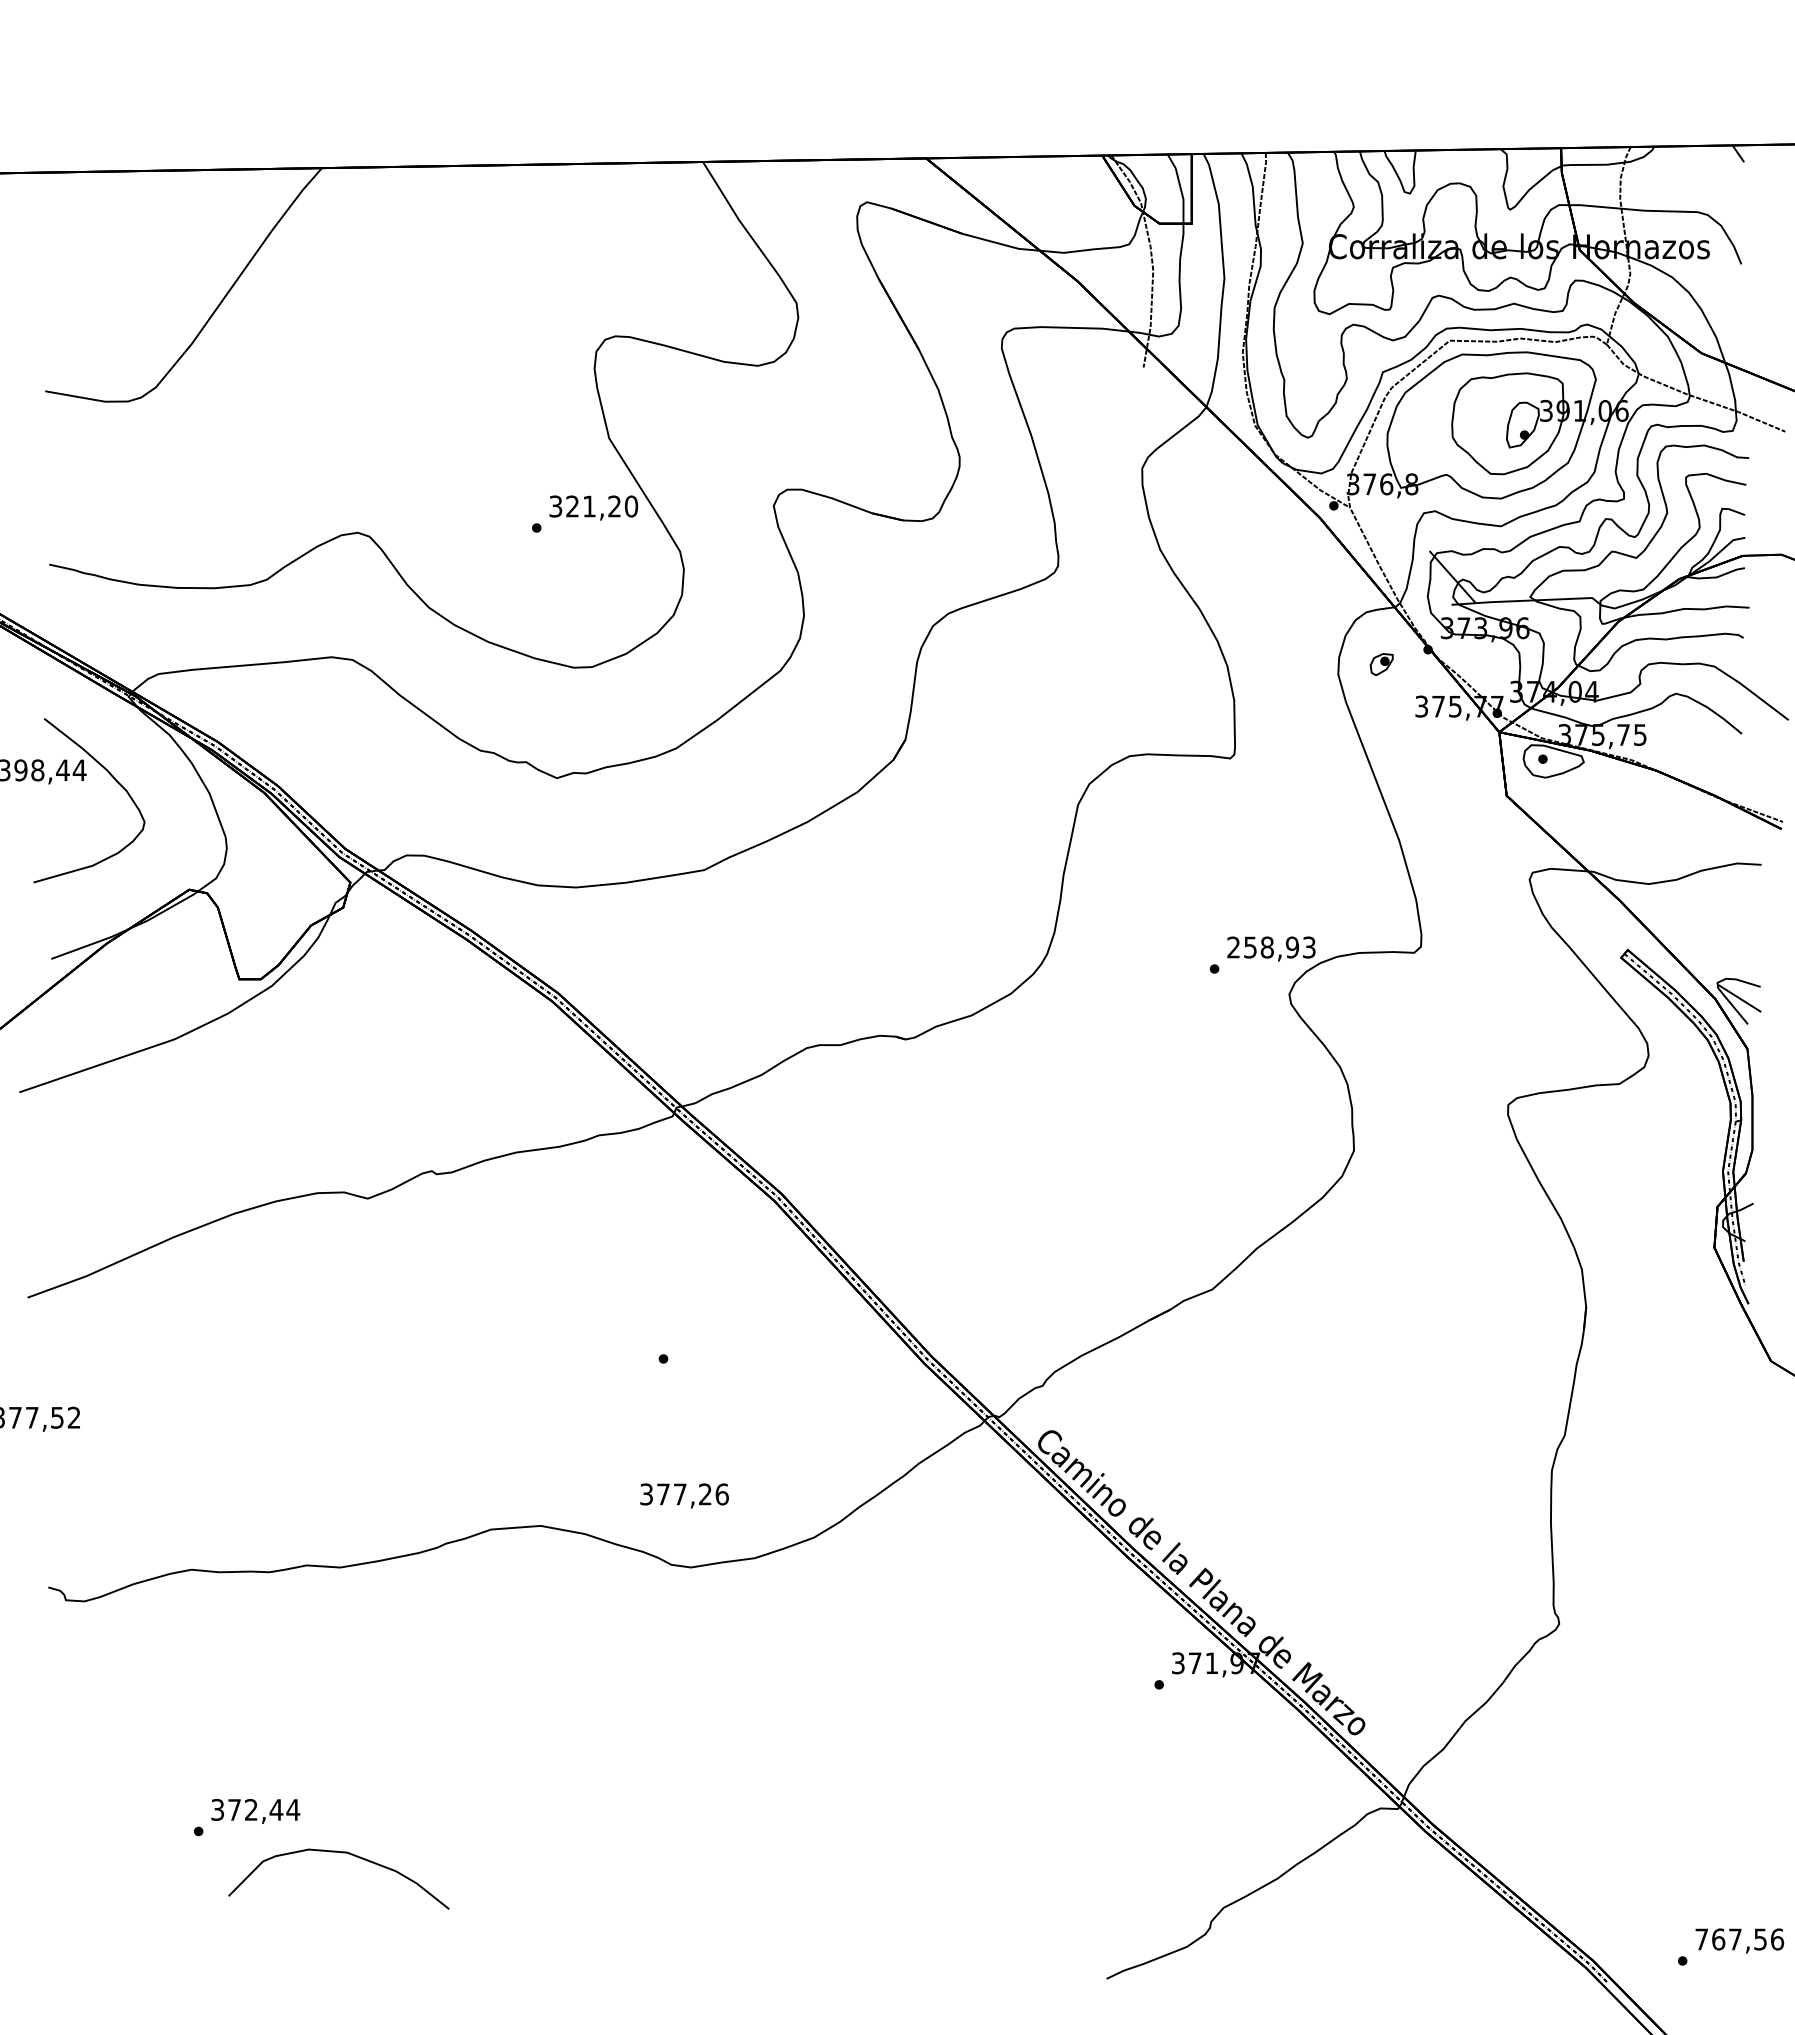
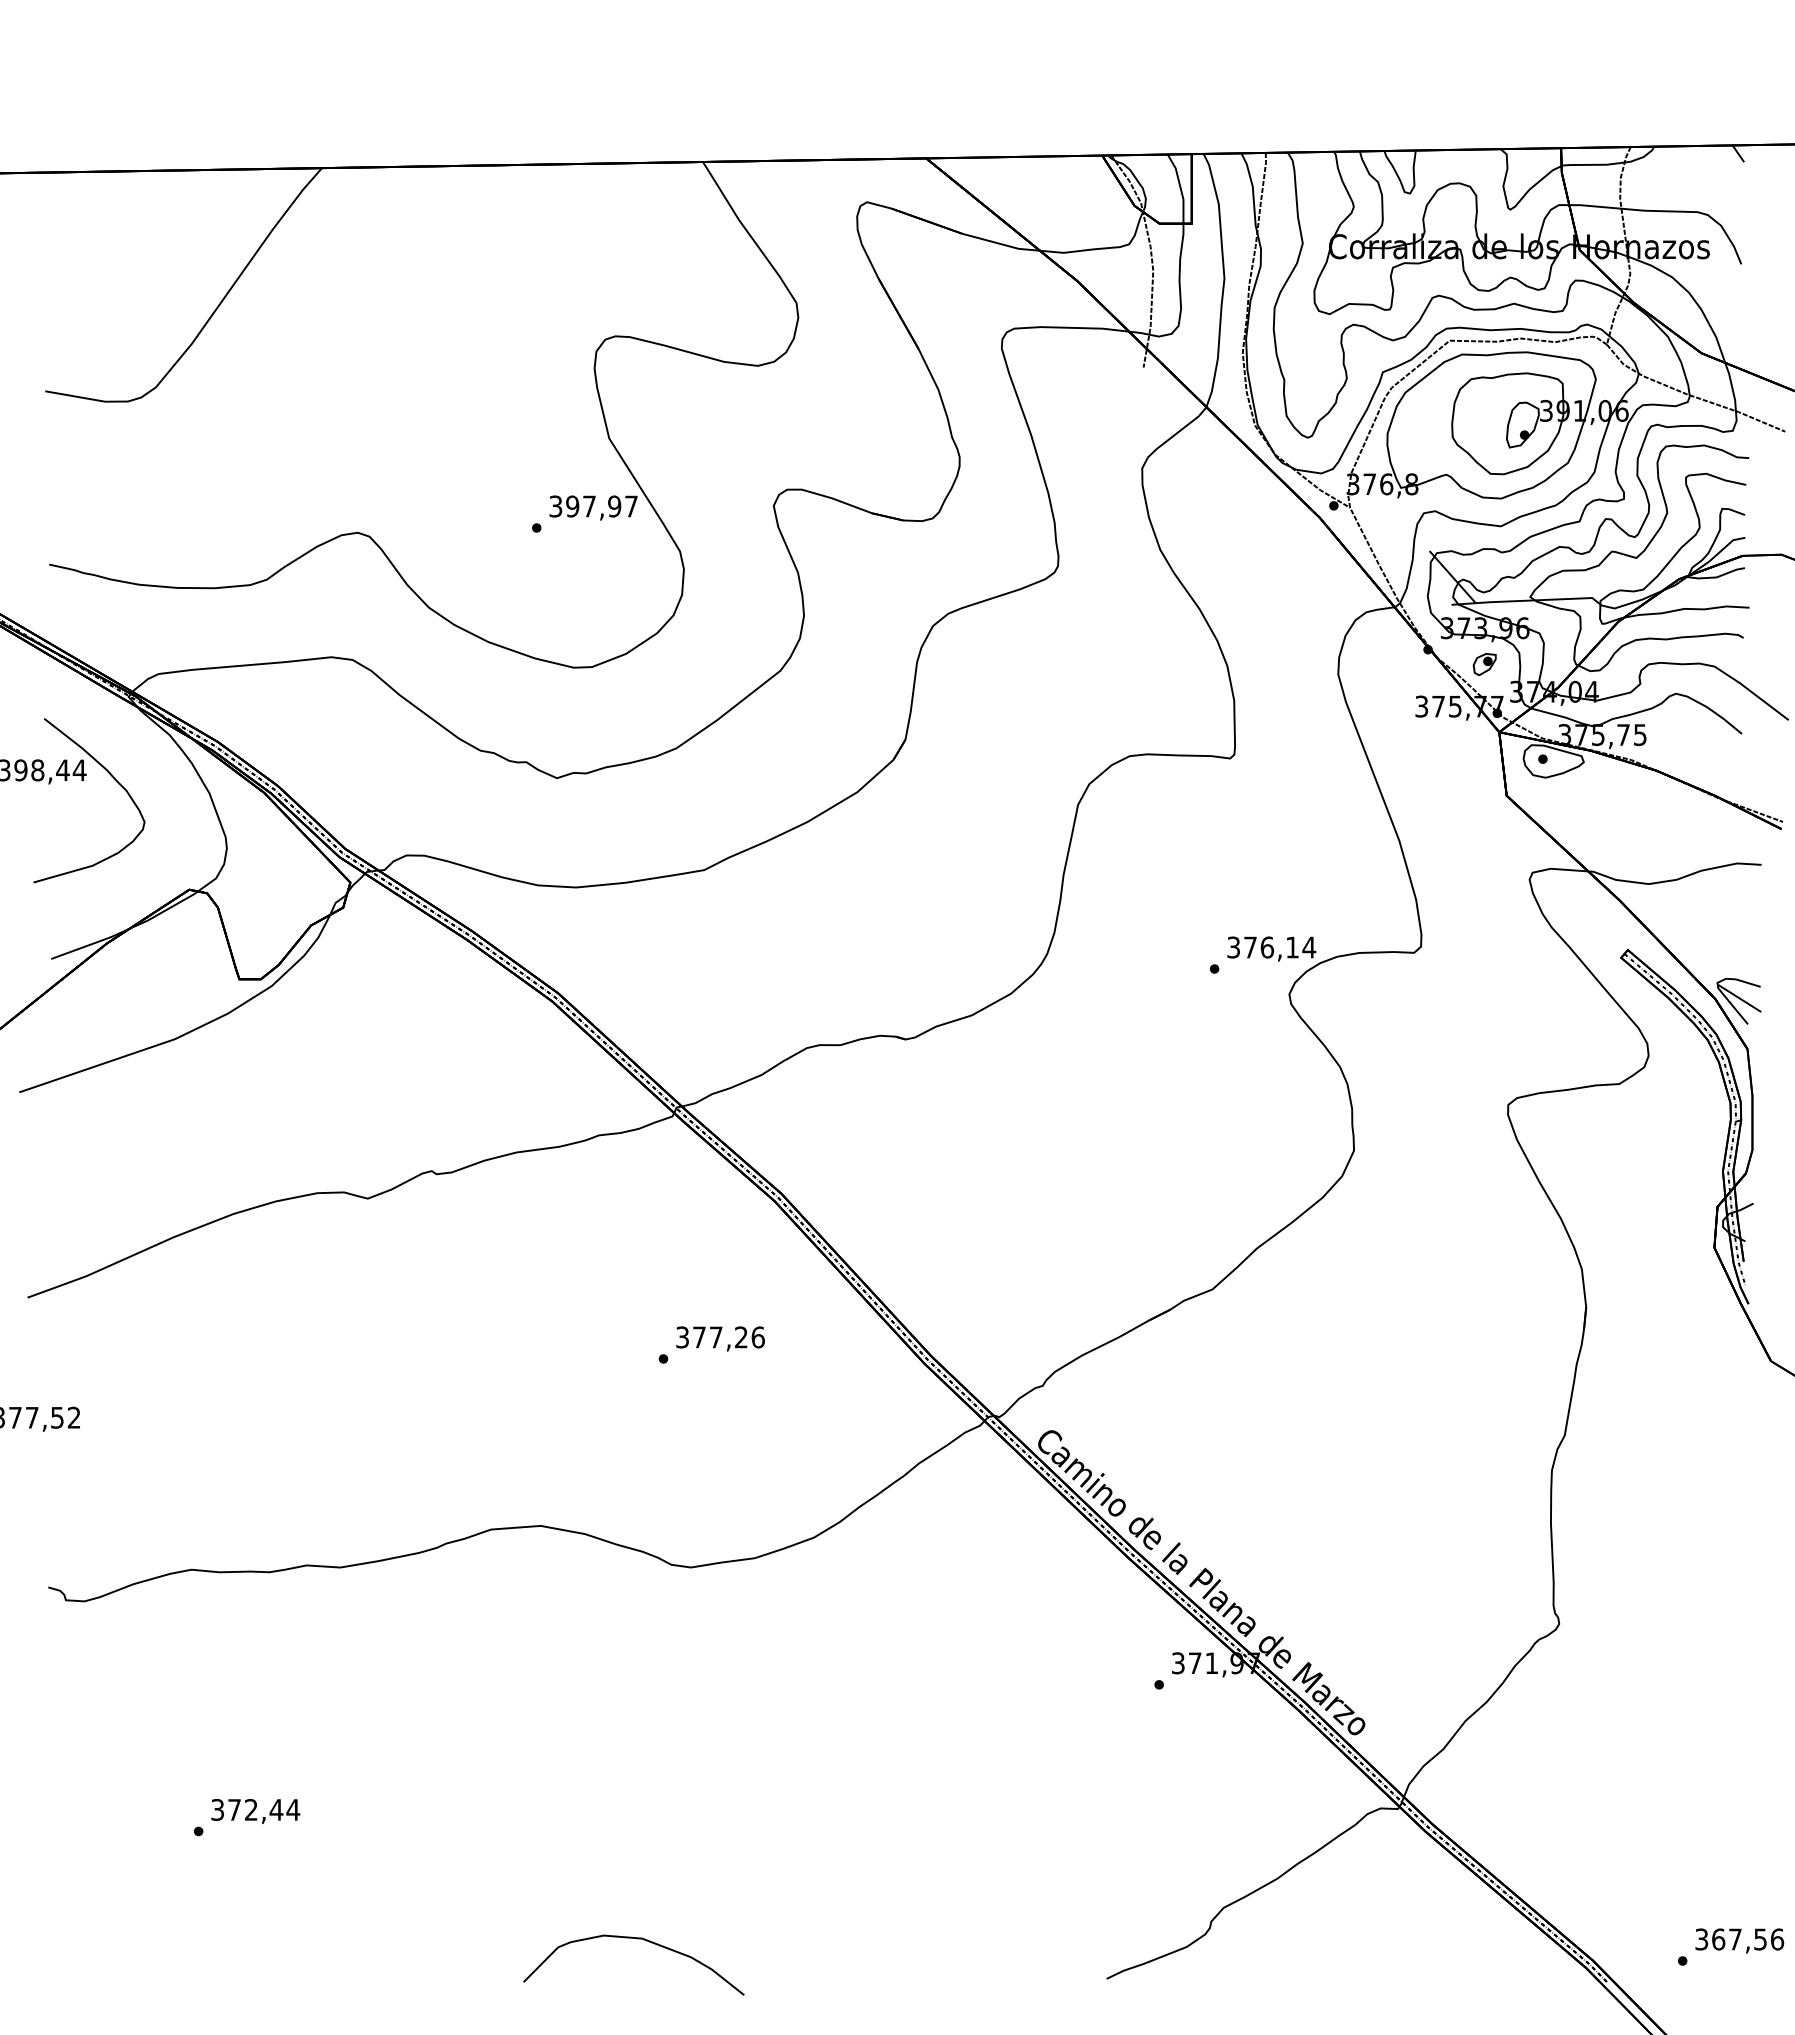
text at (602, 506): 321,20 -> 397,97
part at (1381, 664) position: (1381, 664) -> (1484, 664)
text at (1271, 947): 258,93 -> 376,14
text at (684, 1495) position: (684, 1495) -> (720, 1338)
curve at (341, 1853) position: (341, 1853) -> (636, 1939)
text at (1701, 1939): 767,56 -> 367,56
